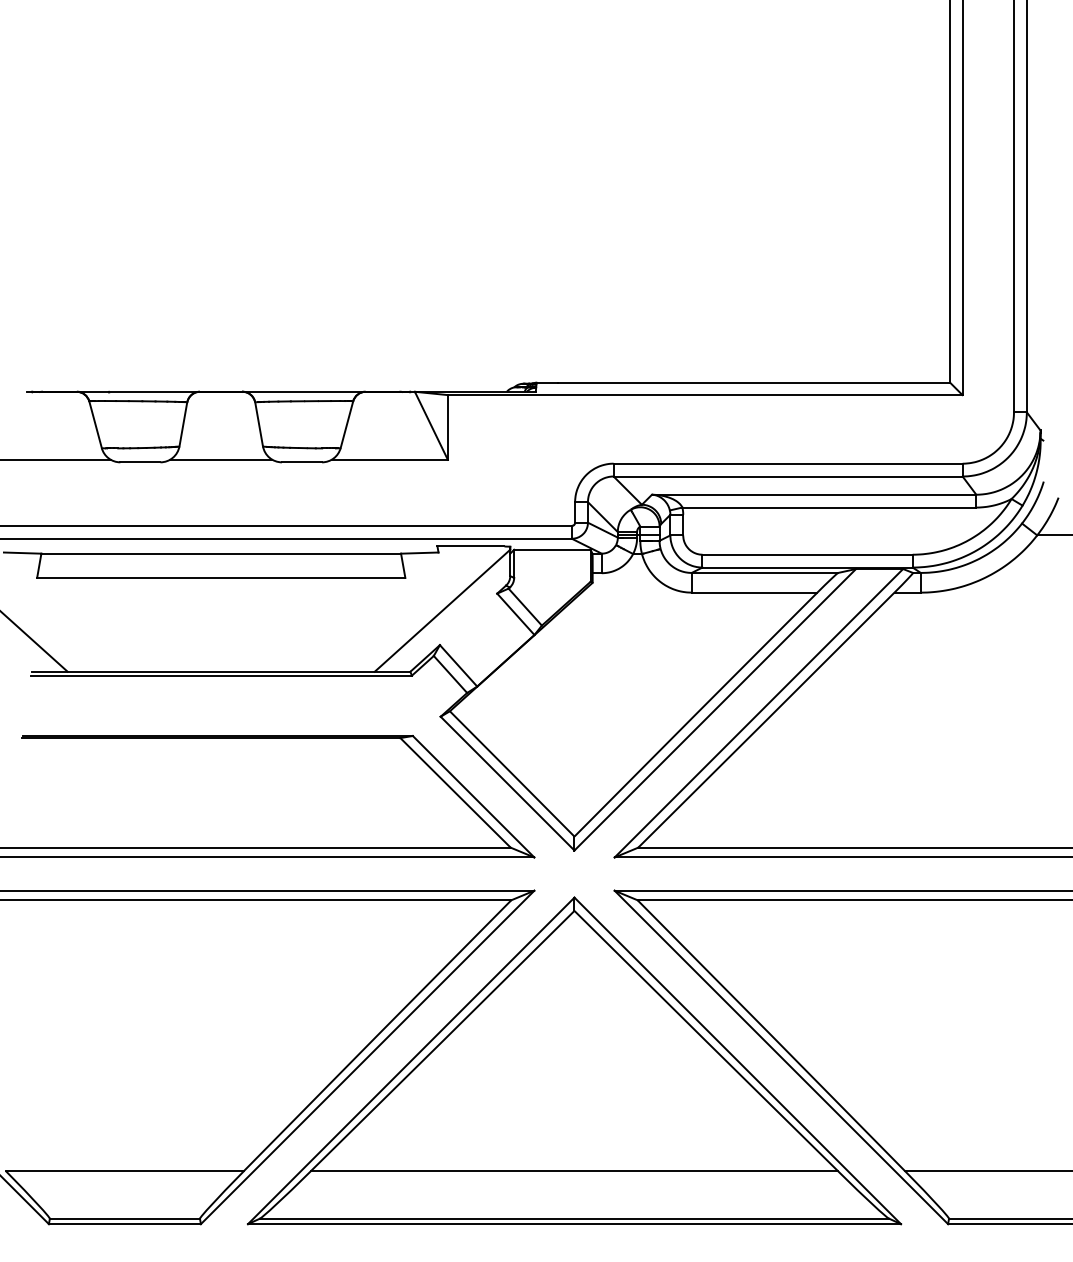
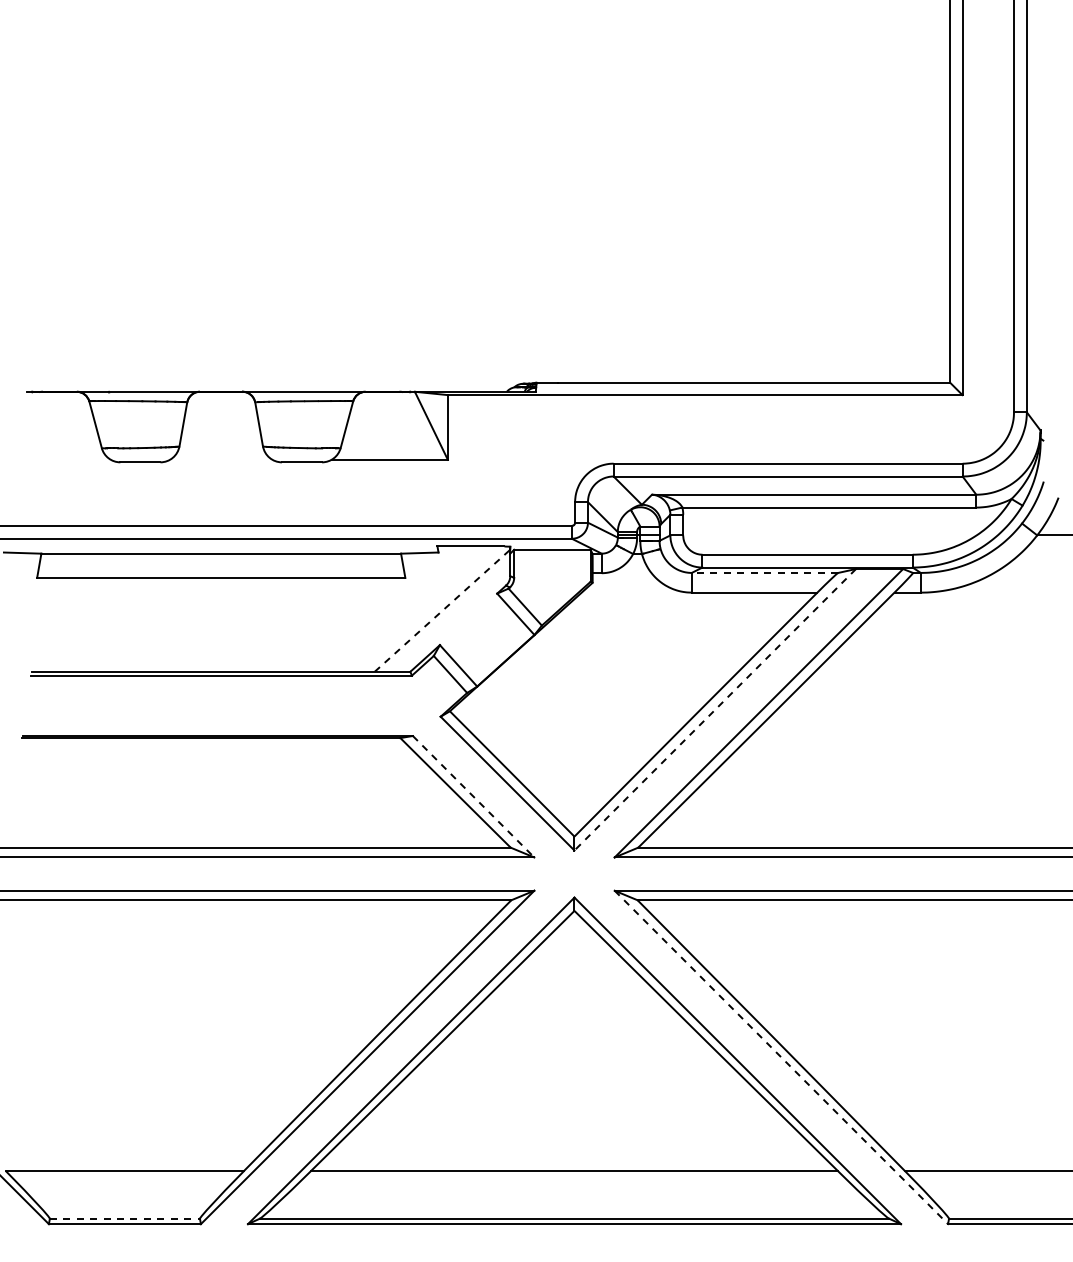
line at (56, 459): present -> none
line at (221, 459): present -> none
line at (764, 572): solid -> dashed
line at (442, 610): solid -> dashed
line at (34, 641): present -> none
line at (714, 710): solid -> dashed
line at (473, 796): solid -> dashed
line at (781, 1057): solid -> dashed
line at (125, 1218): solid -> dashed
